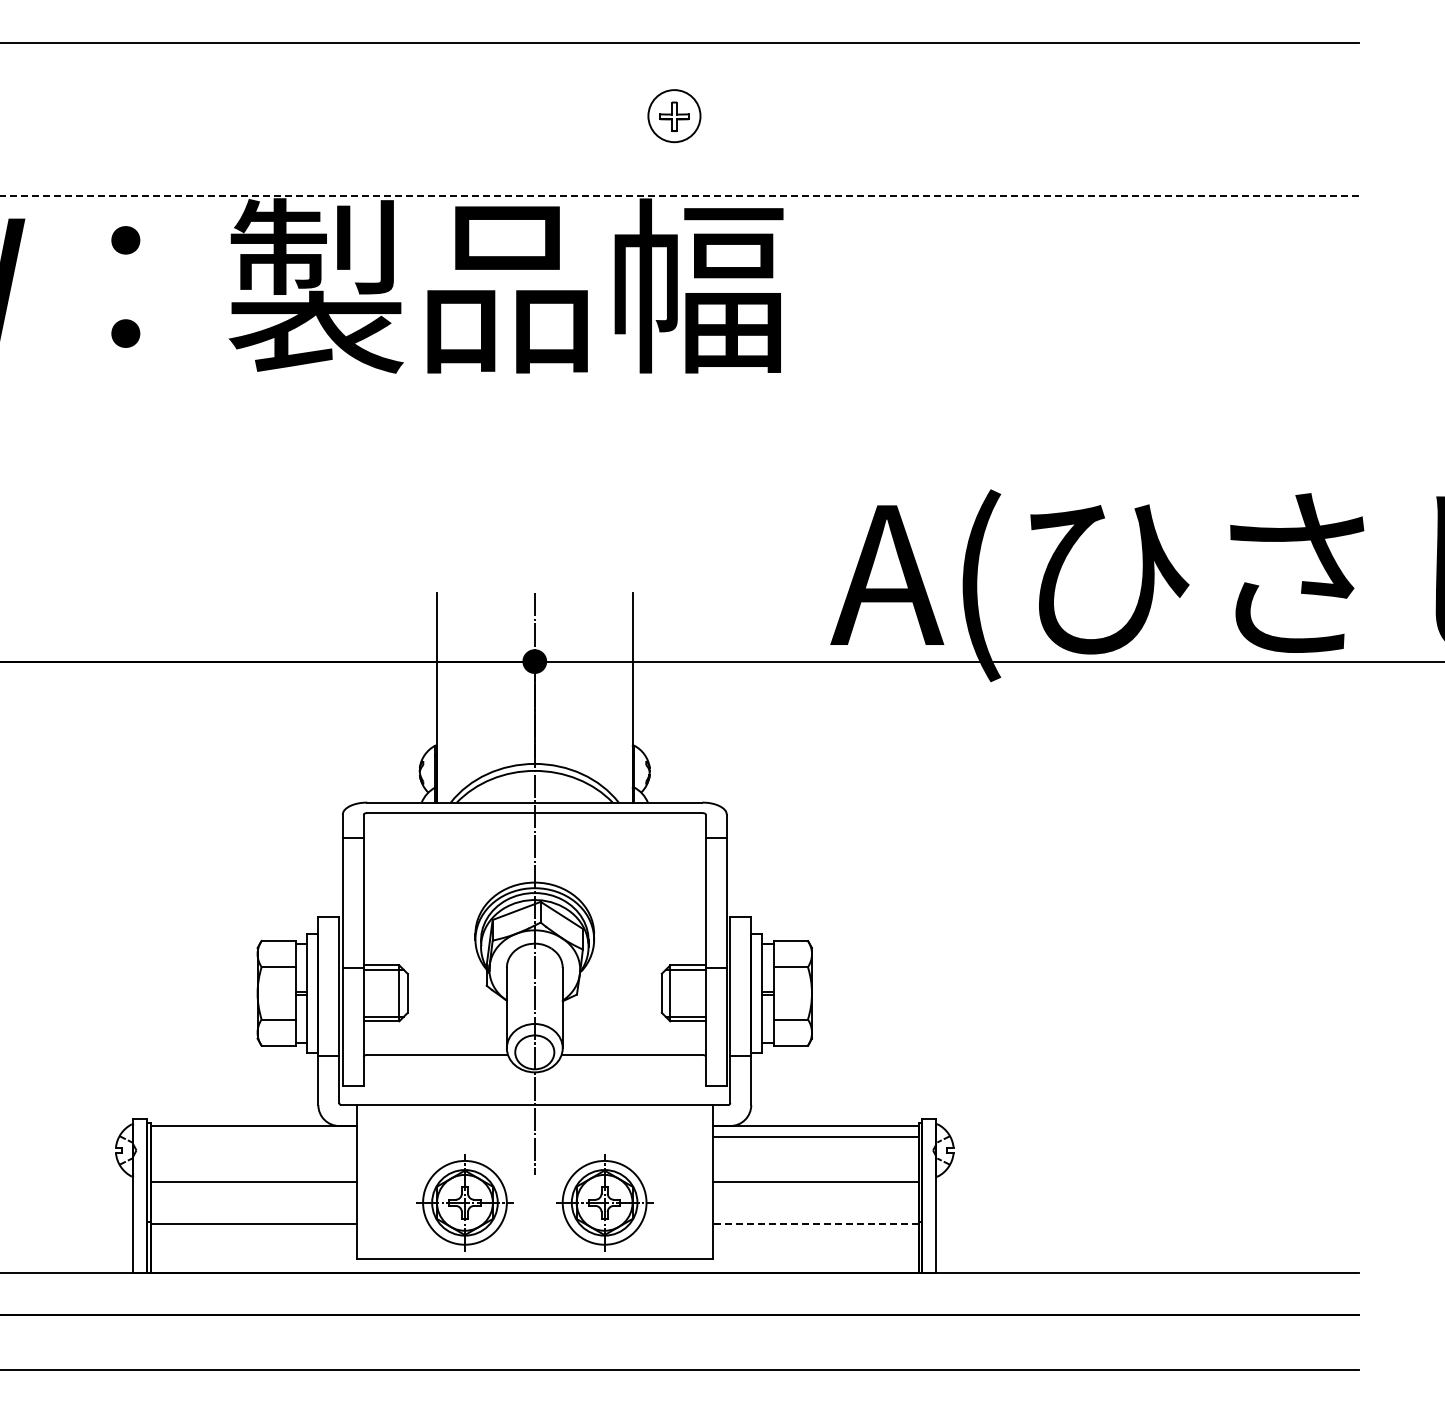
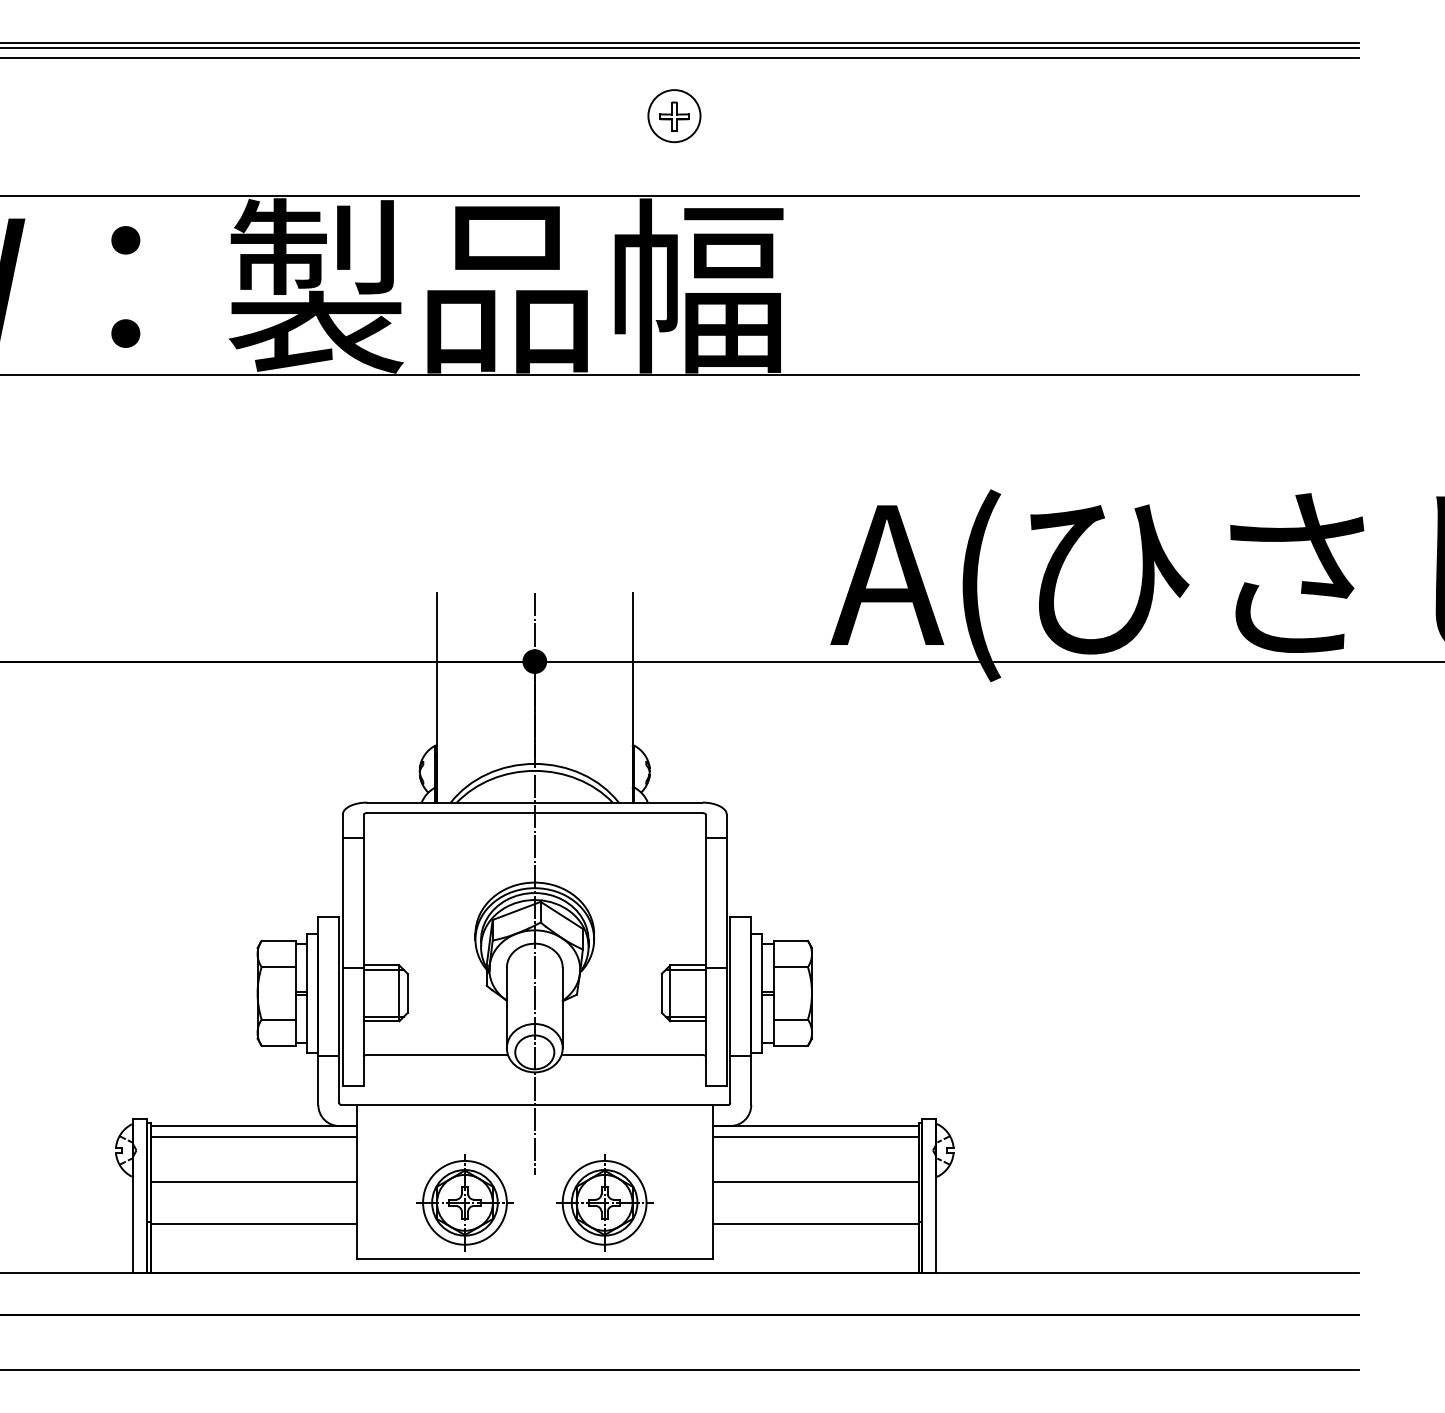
line at (680, 47): none -> present
line at (680, 58): none -> present
line at (679, 196): dashed -> solid
line at (680, 374): none -> present
line at (253, 1136): none -> present
line at (815, 1223): dashed -> solid
